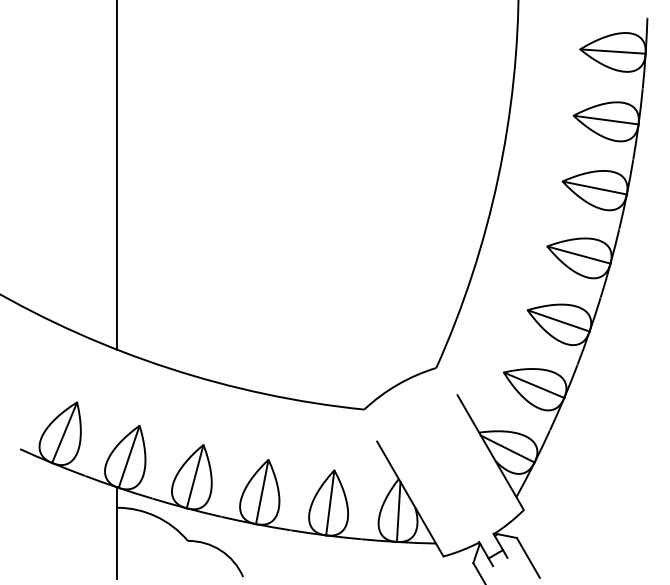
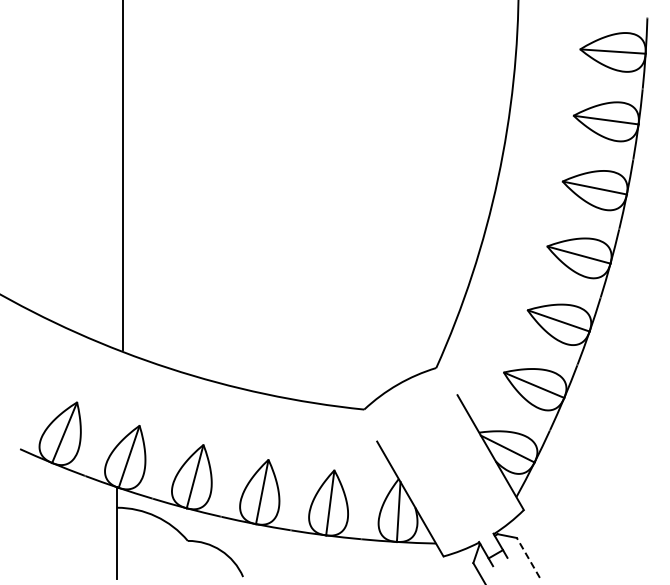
line at (116, 175) position: (116, 175) -> (122, 175)
line at (528, 557): solid -> dashed
